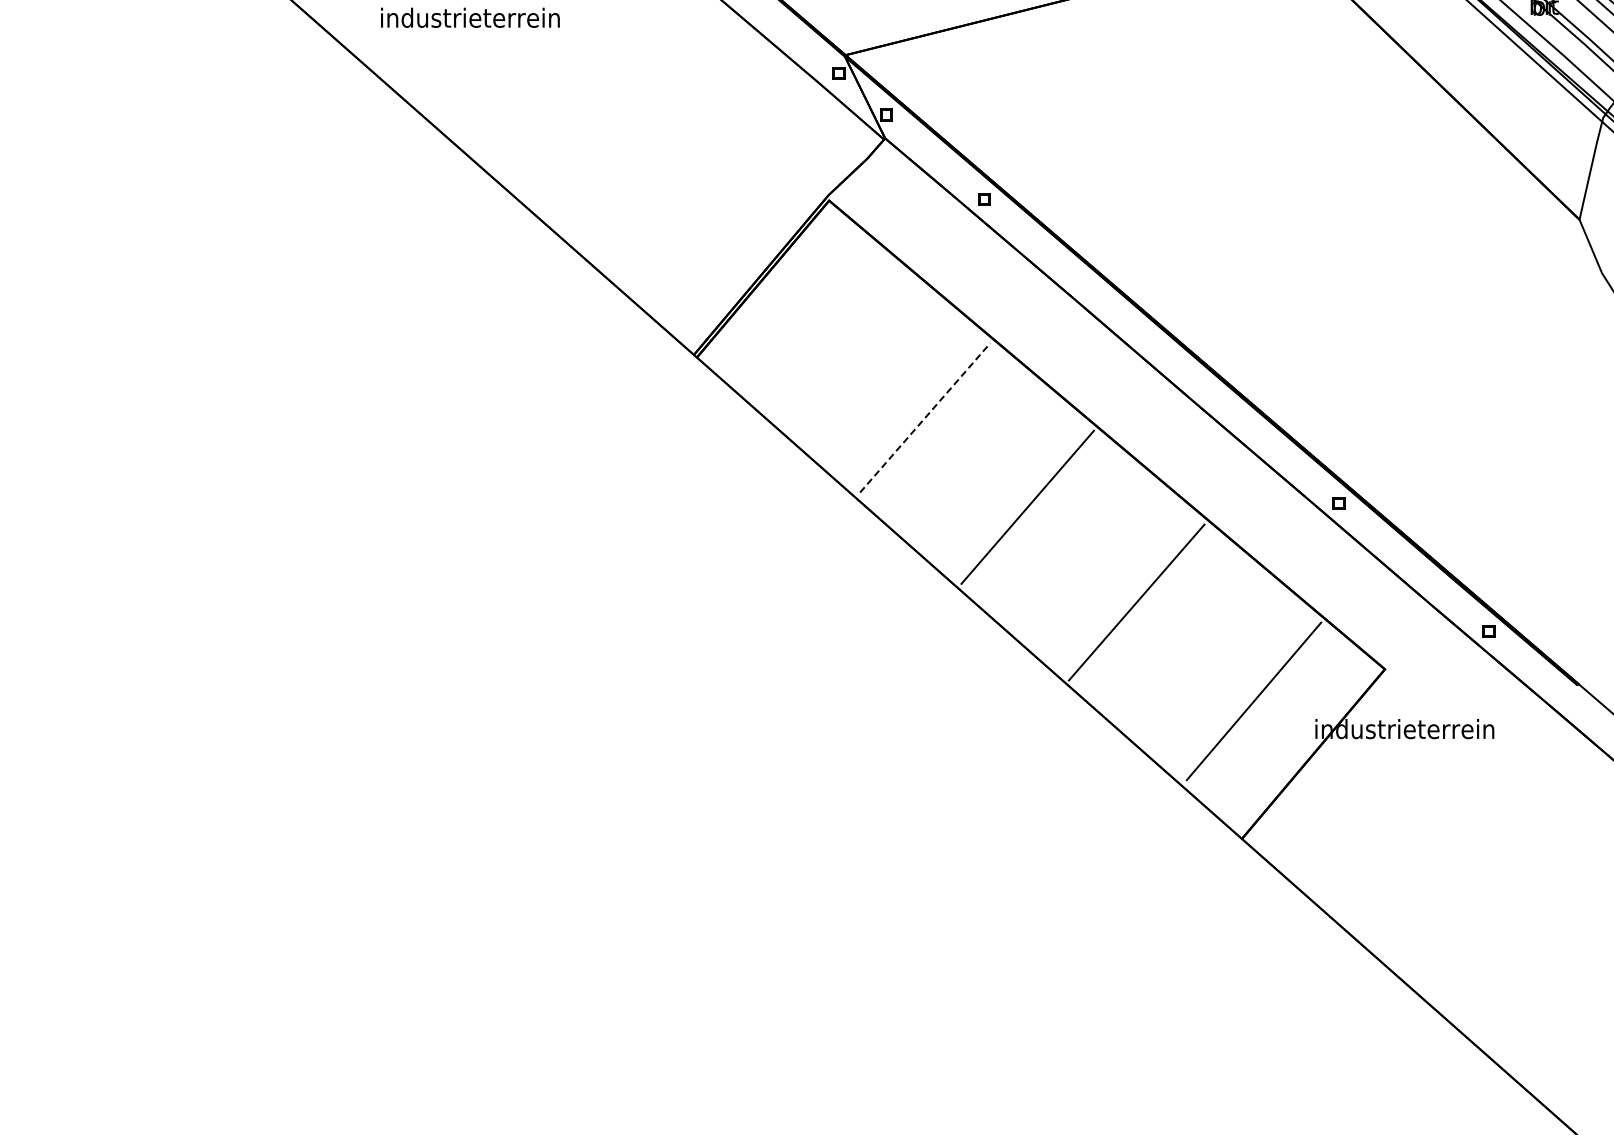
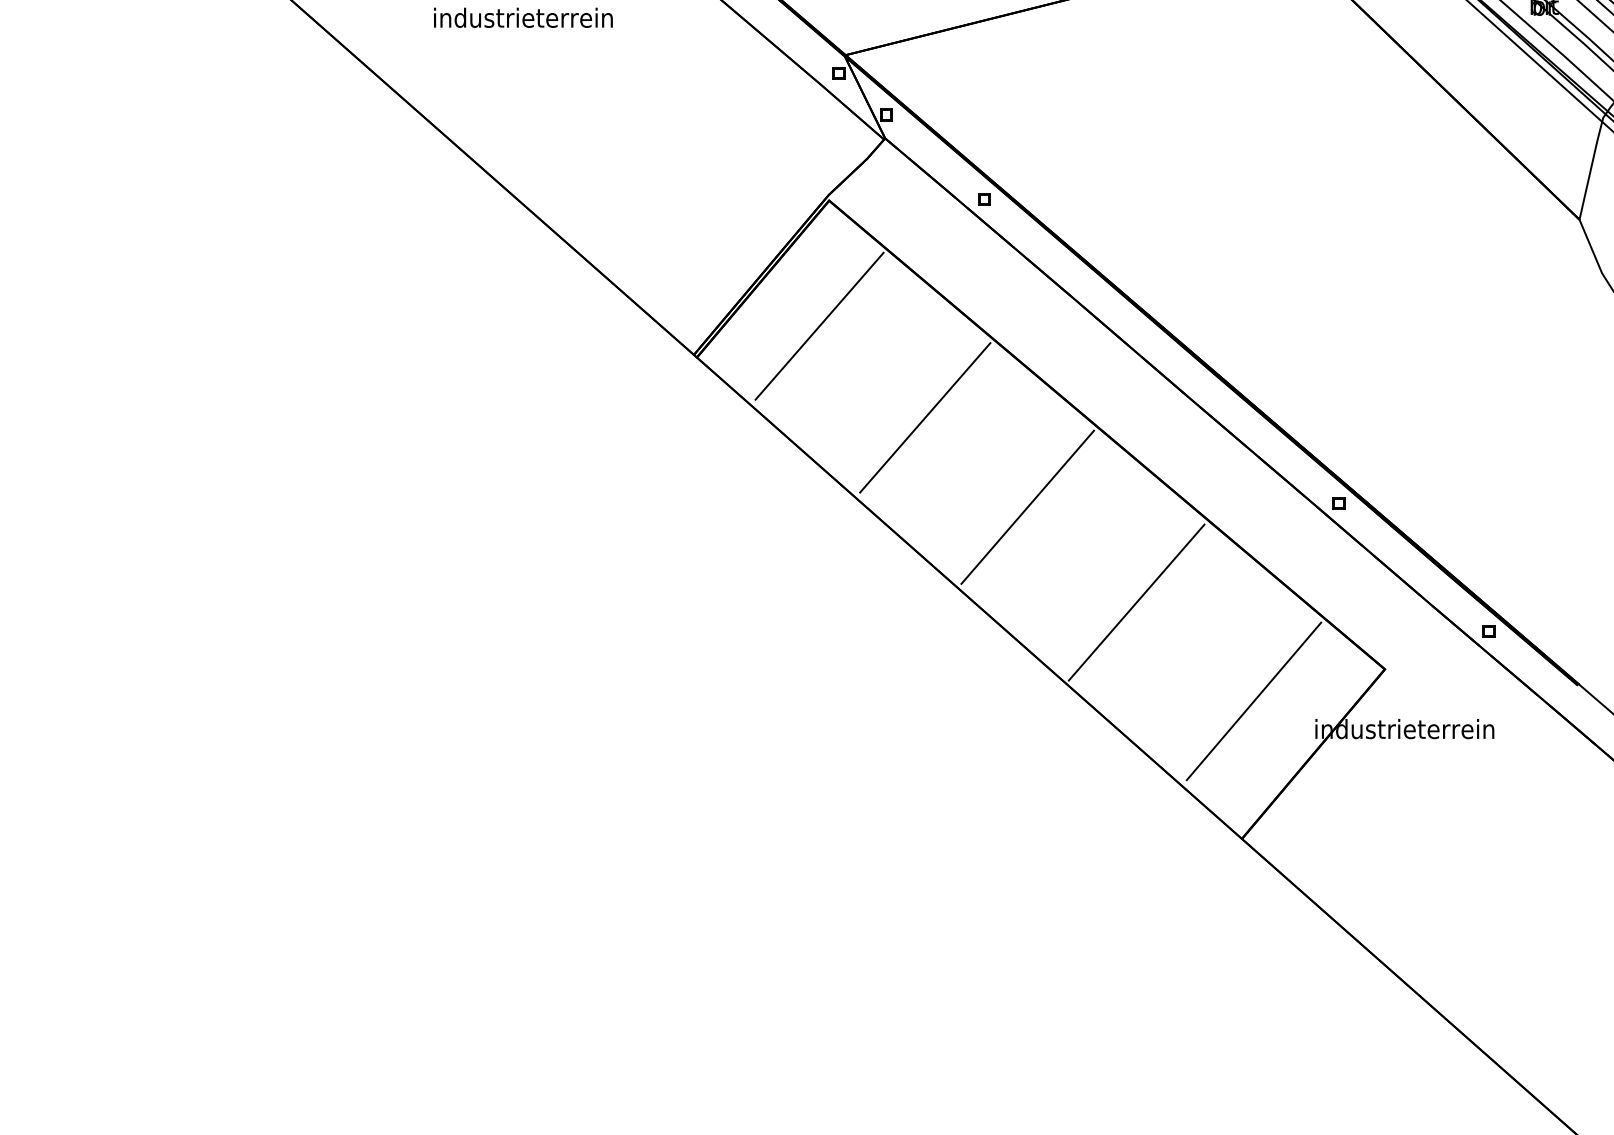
text at (470, 17) position: (470, 17) -> (523, 17)
line at (819, 325): none -> present
line at (925, 417): dashed -> solid
